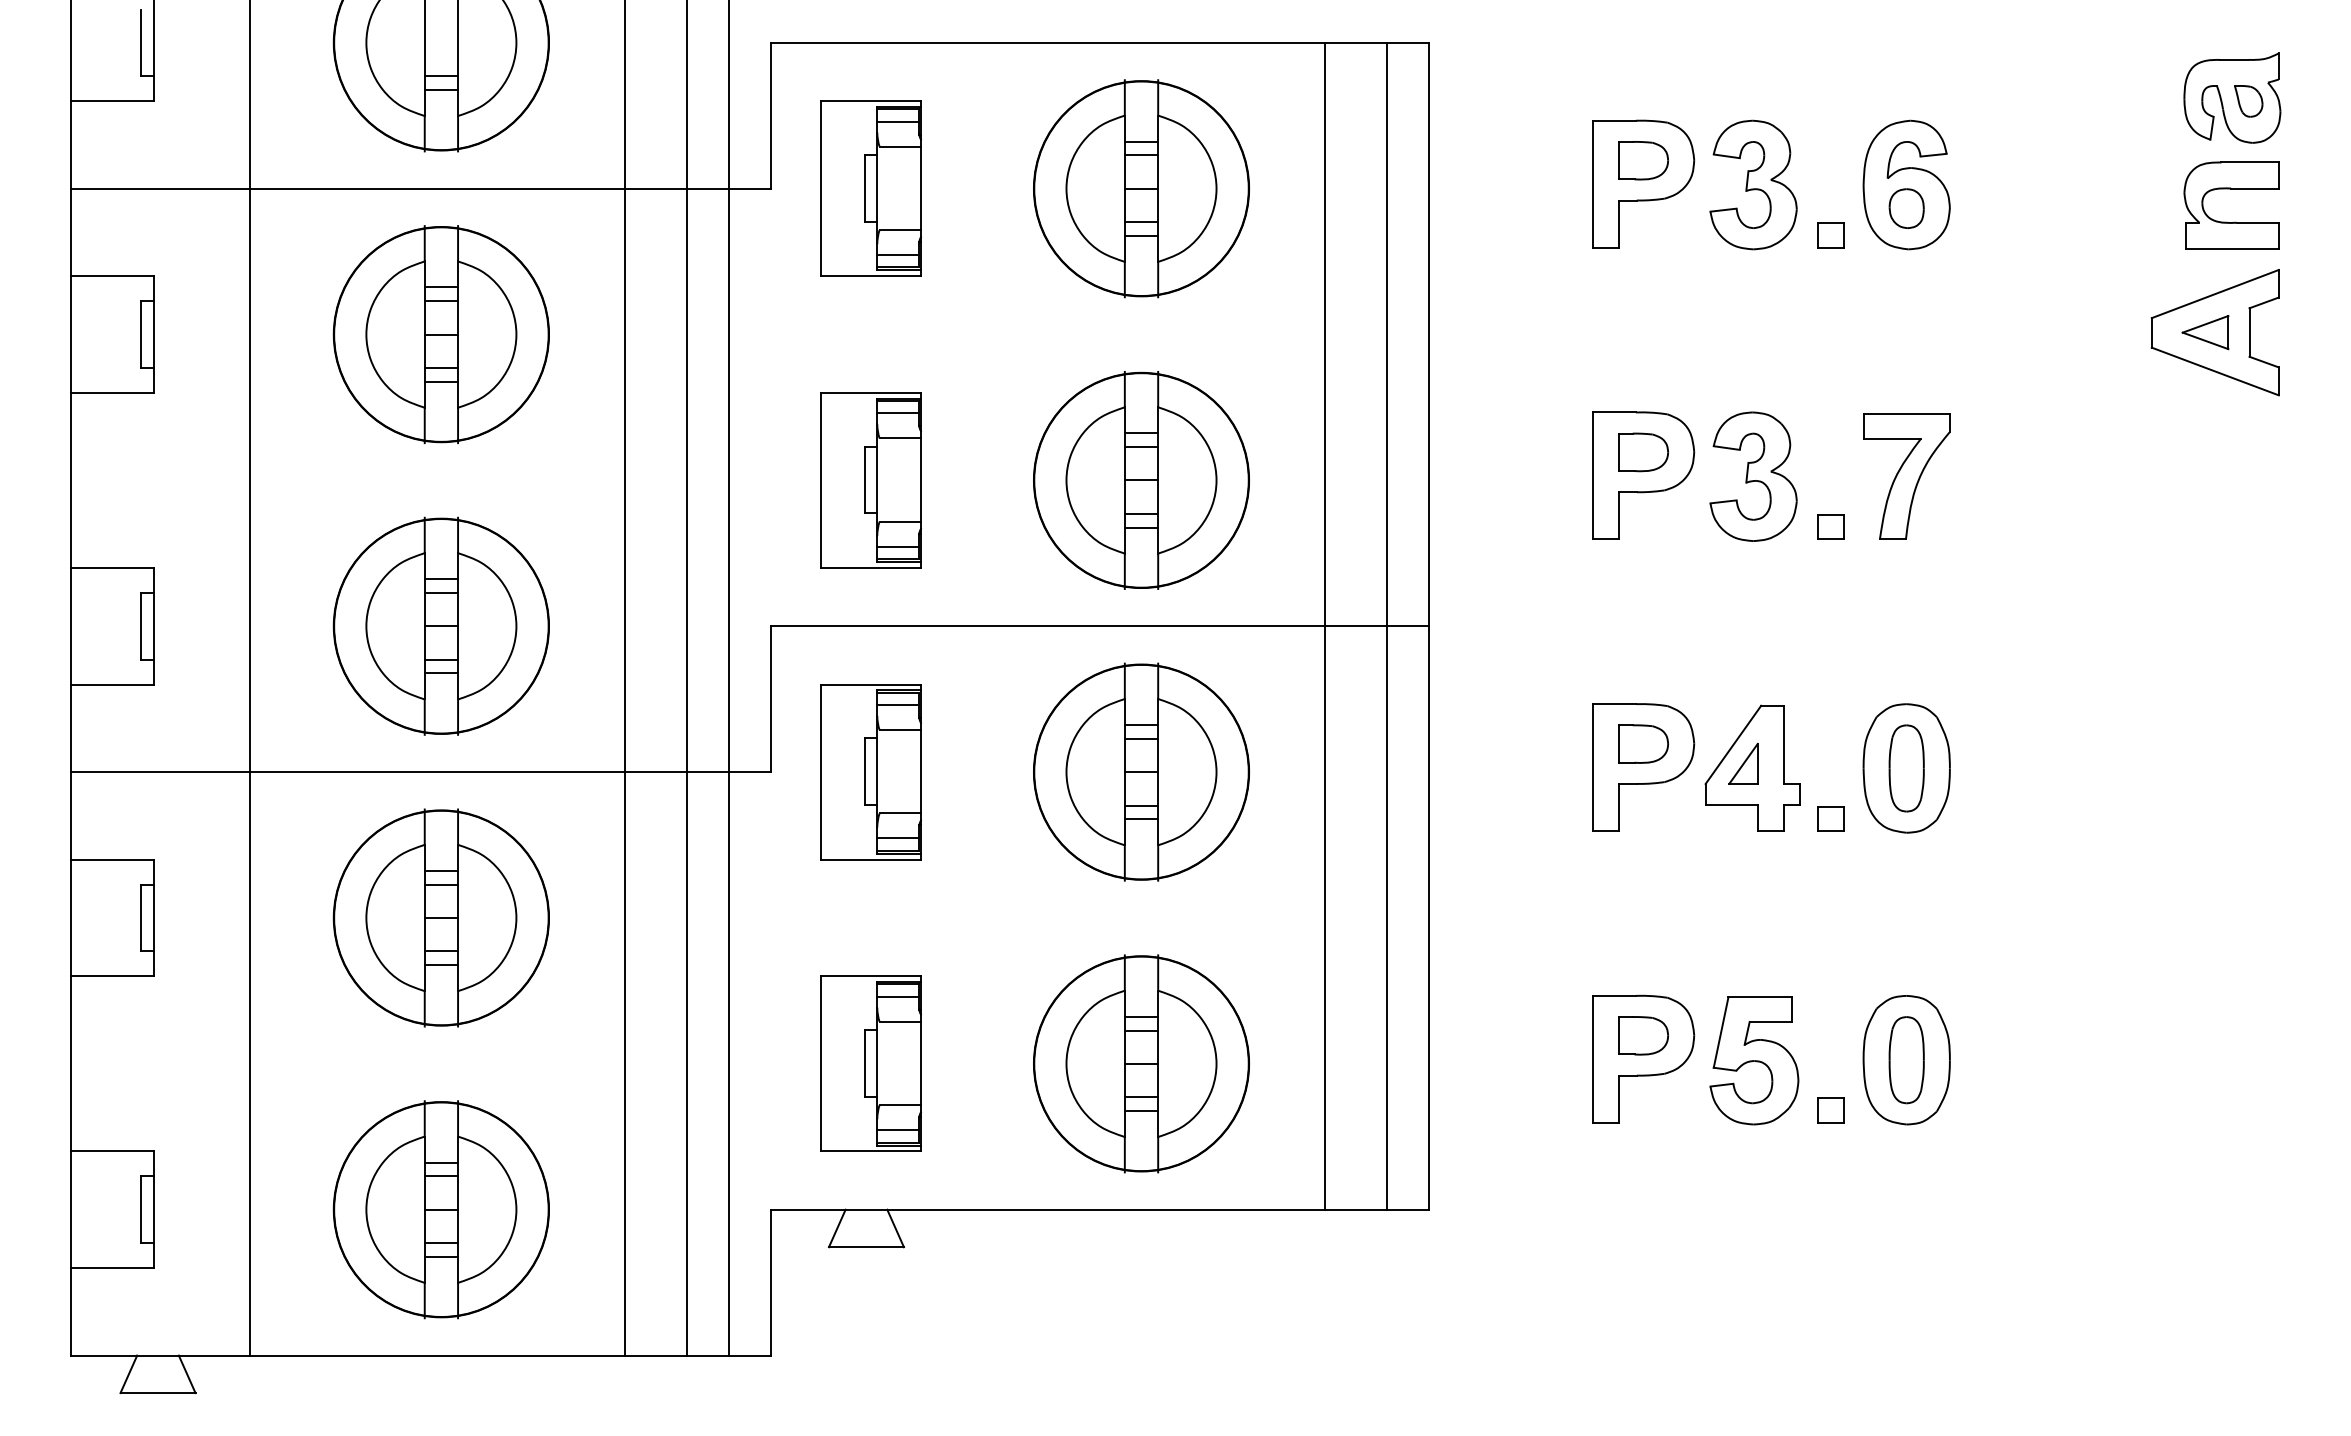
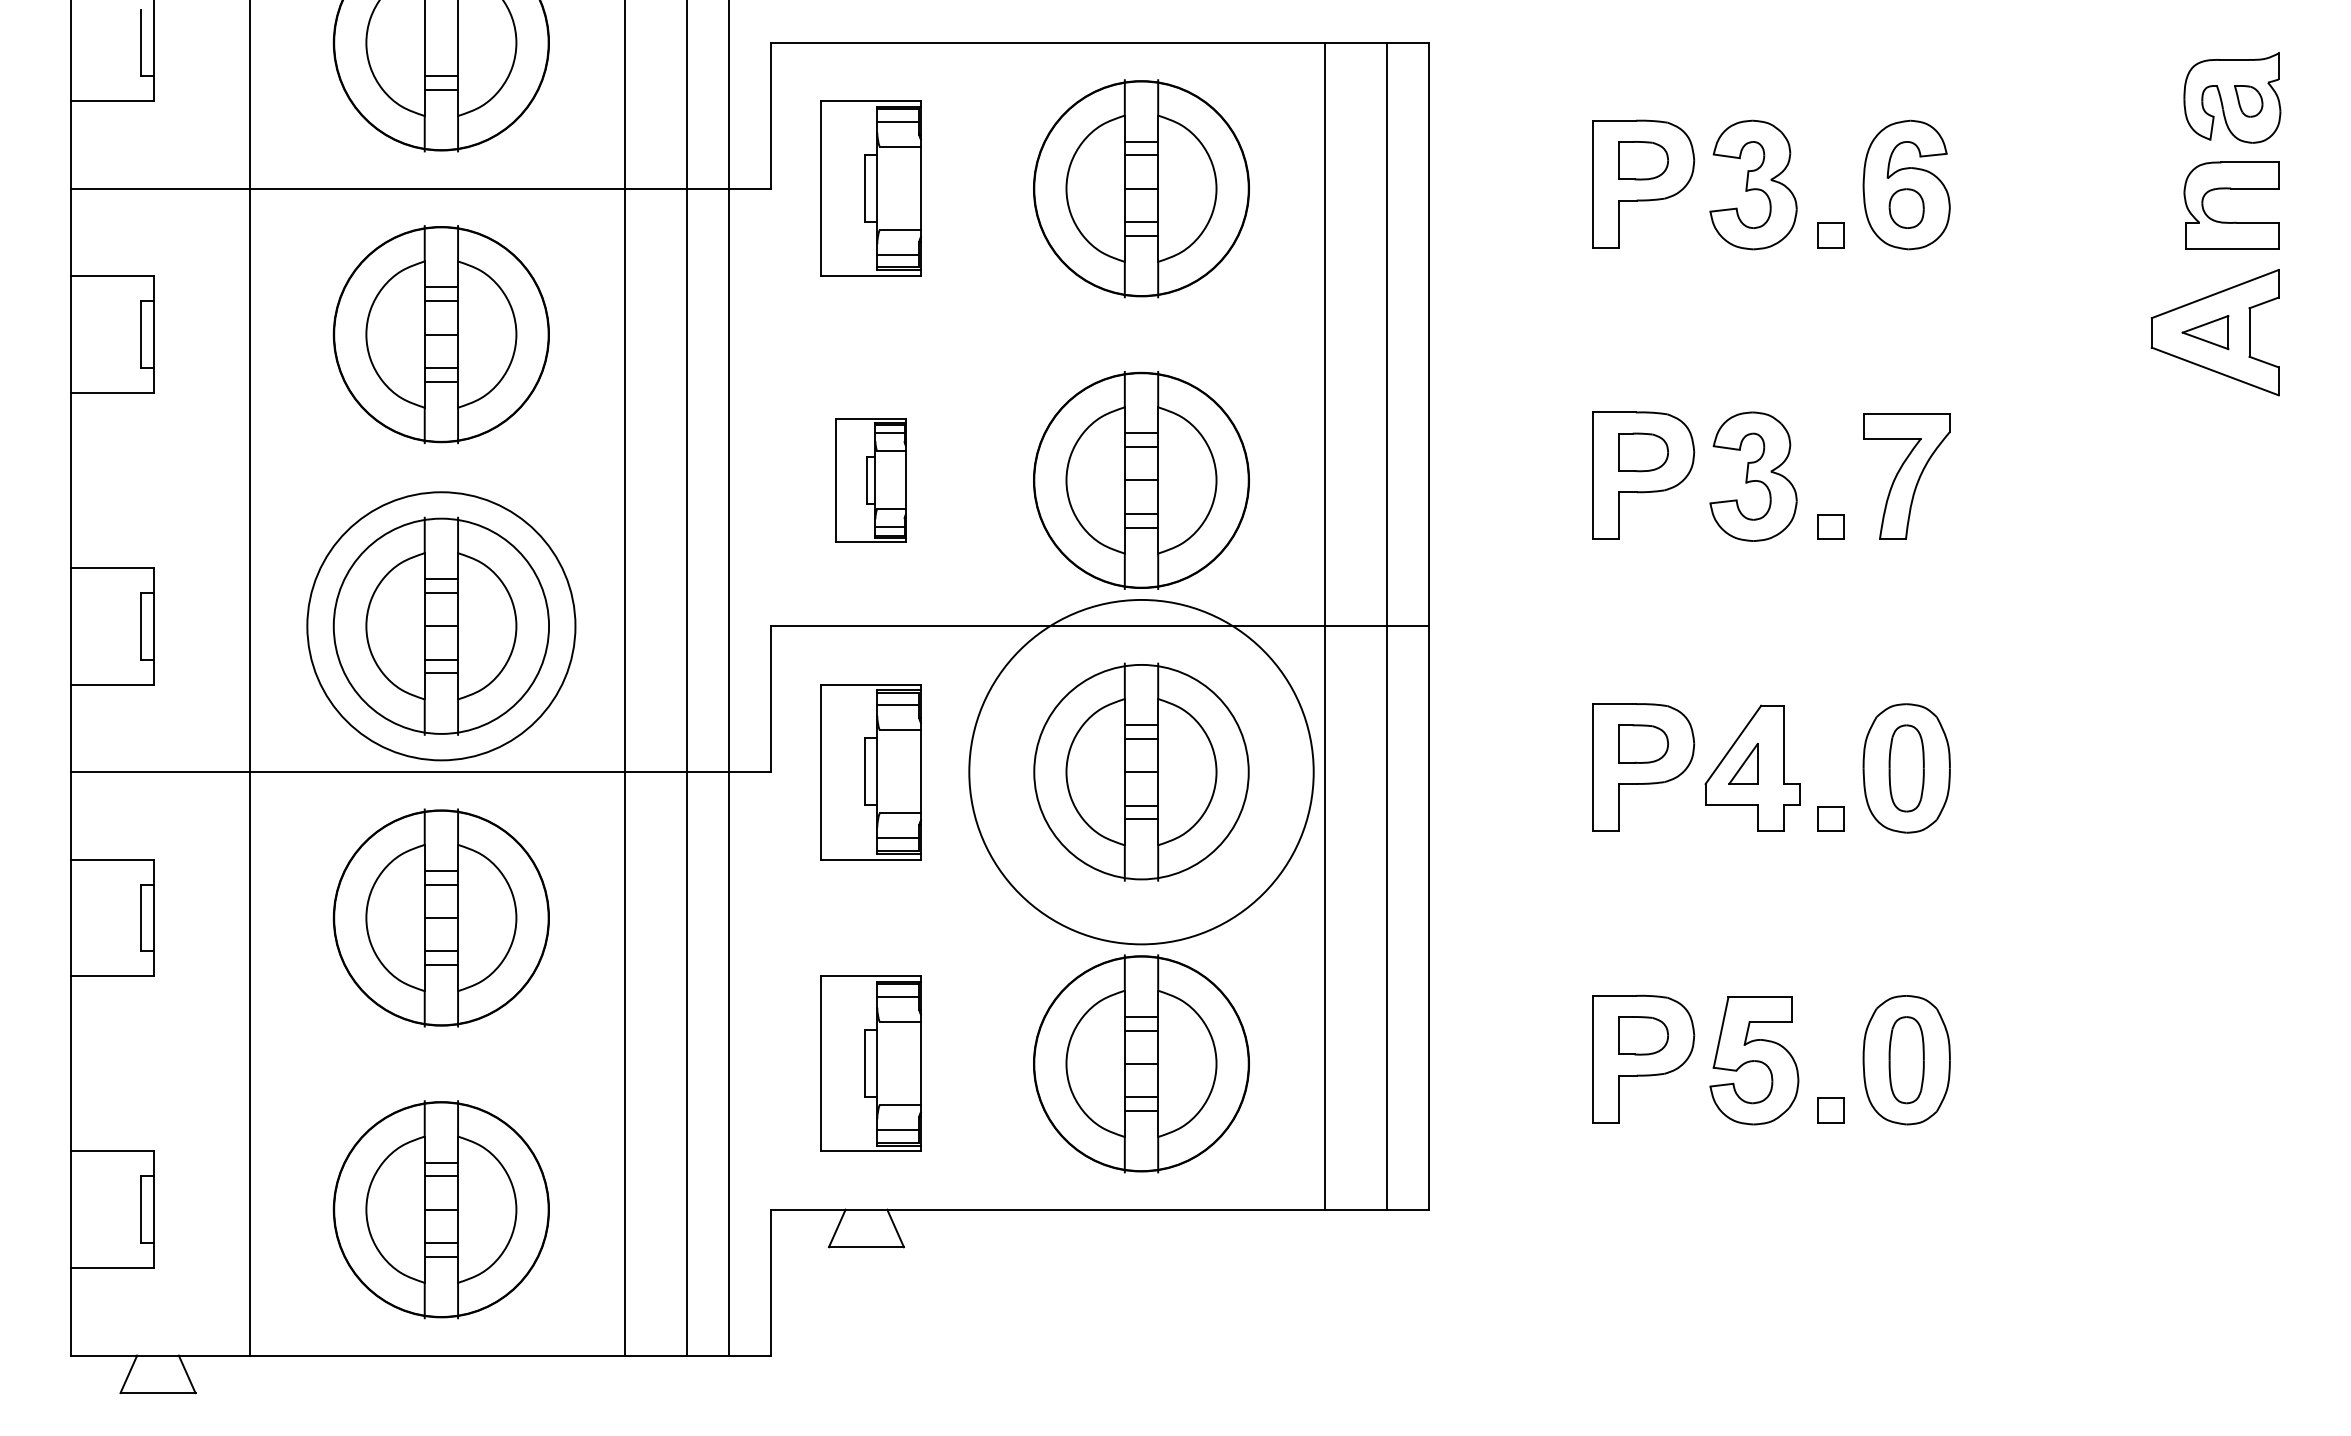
part at (870, 480) size: 102x177 px -> 72x125 px
circle at (441, 626) diameter: 214 px -> 268 px
circle at (1141, 771) diameter: 215 px -> 344 px
